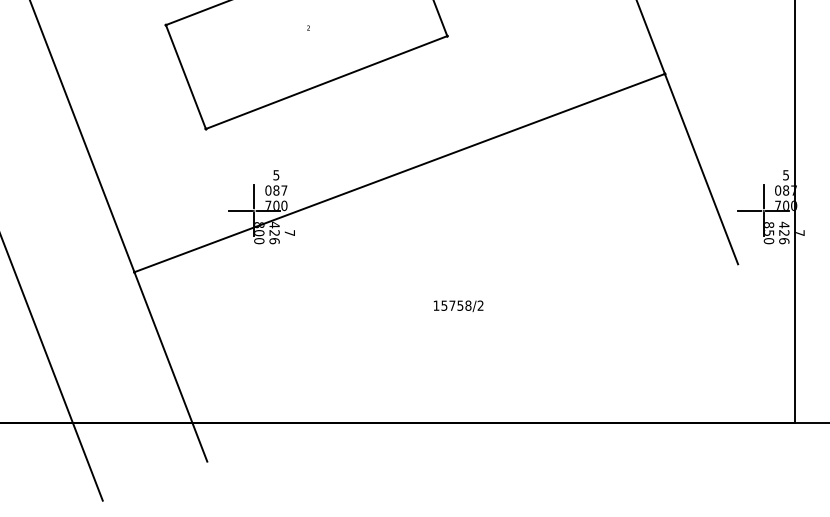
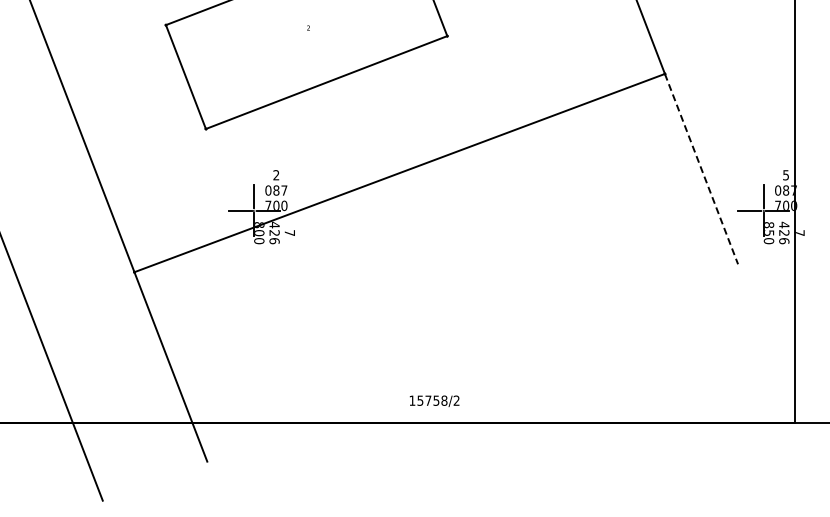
line at (701, 169): solid -> dashed
text at (276, 175): 5 -> 2
text at (458, 305) position: (458, 305) -> (434, 400)
